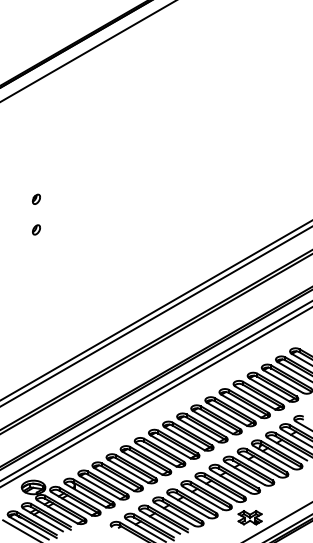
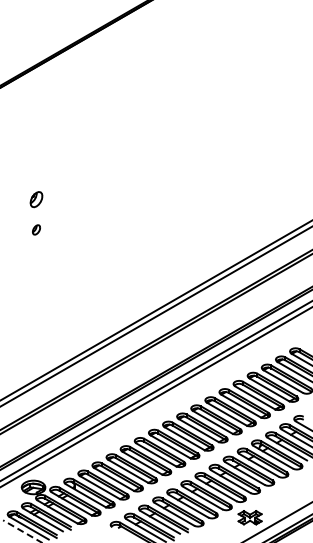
line at (87, 51): present -> none
part at (36, 198) size: 9x12 px -> 15x18 px
line at (22, 531): solid -> dashed
